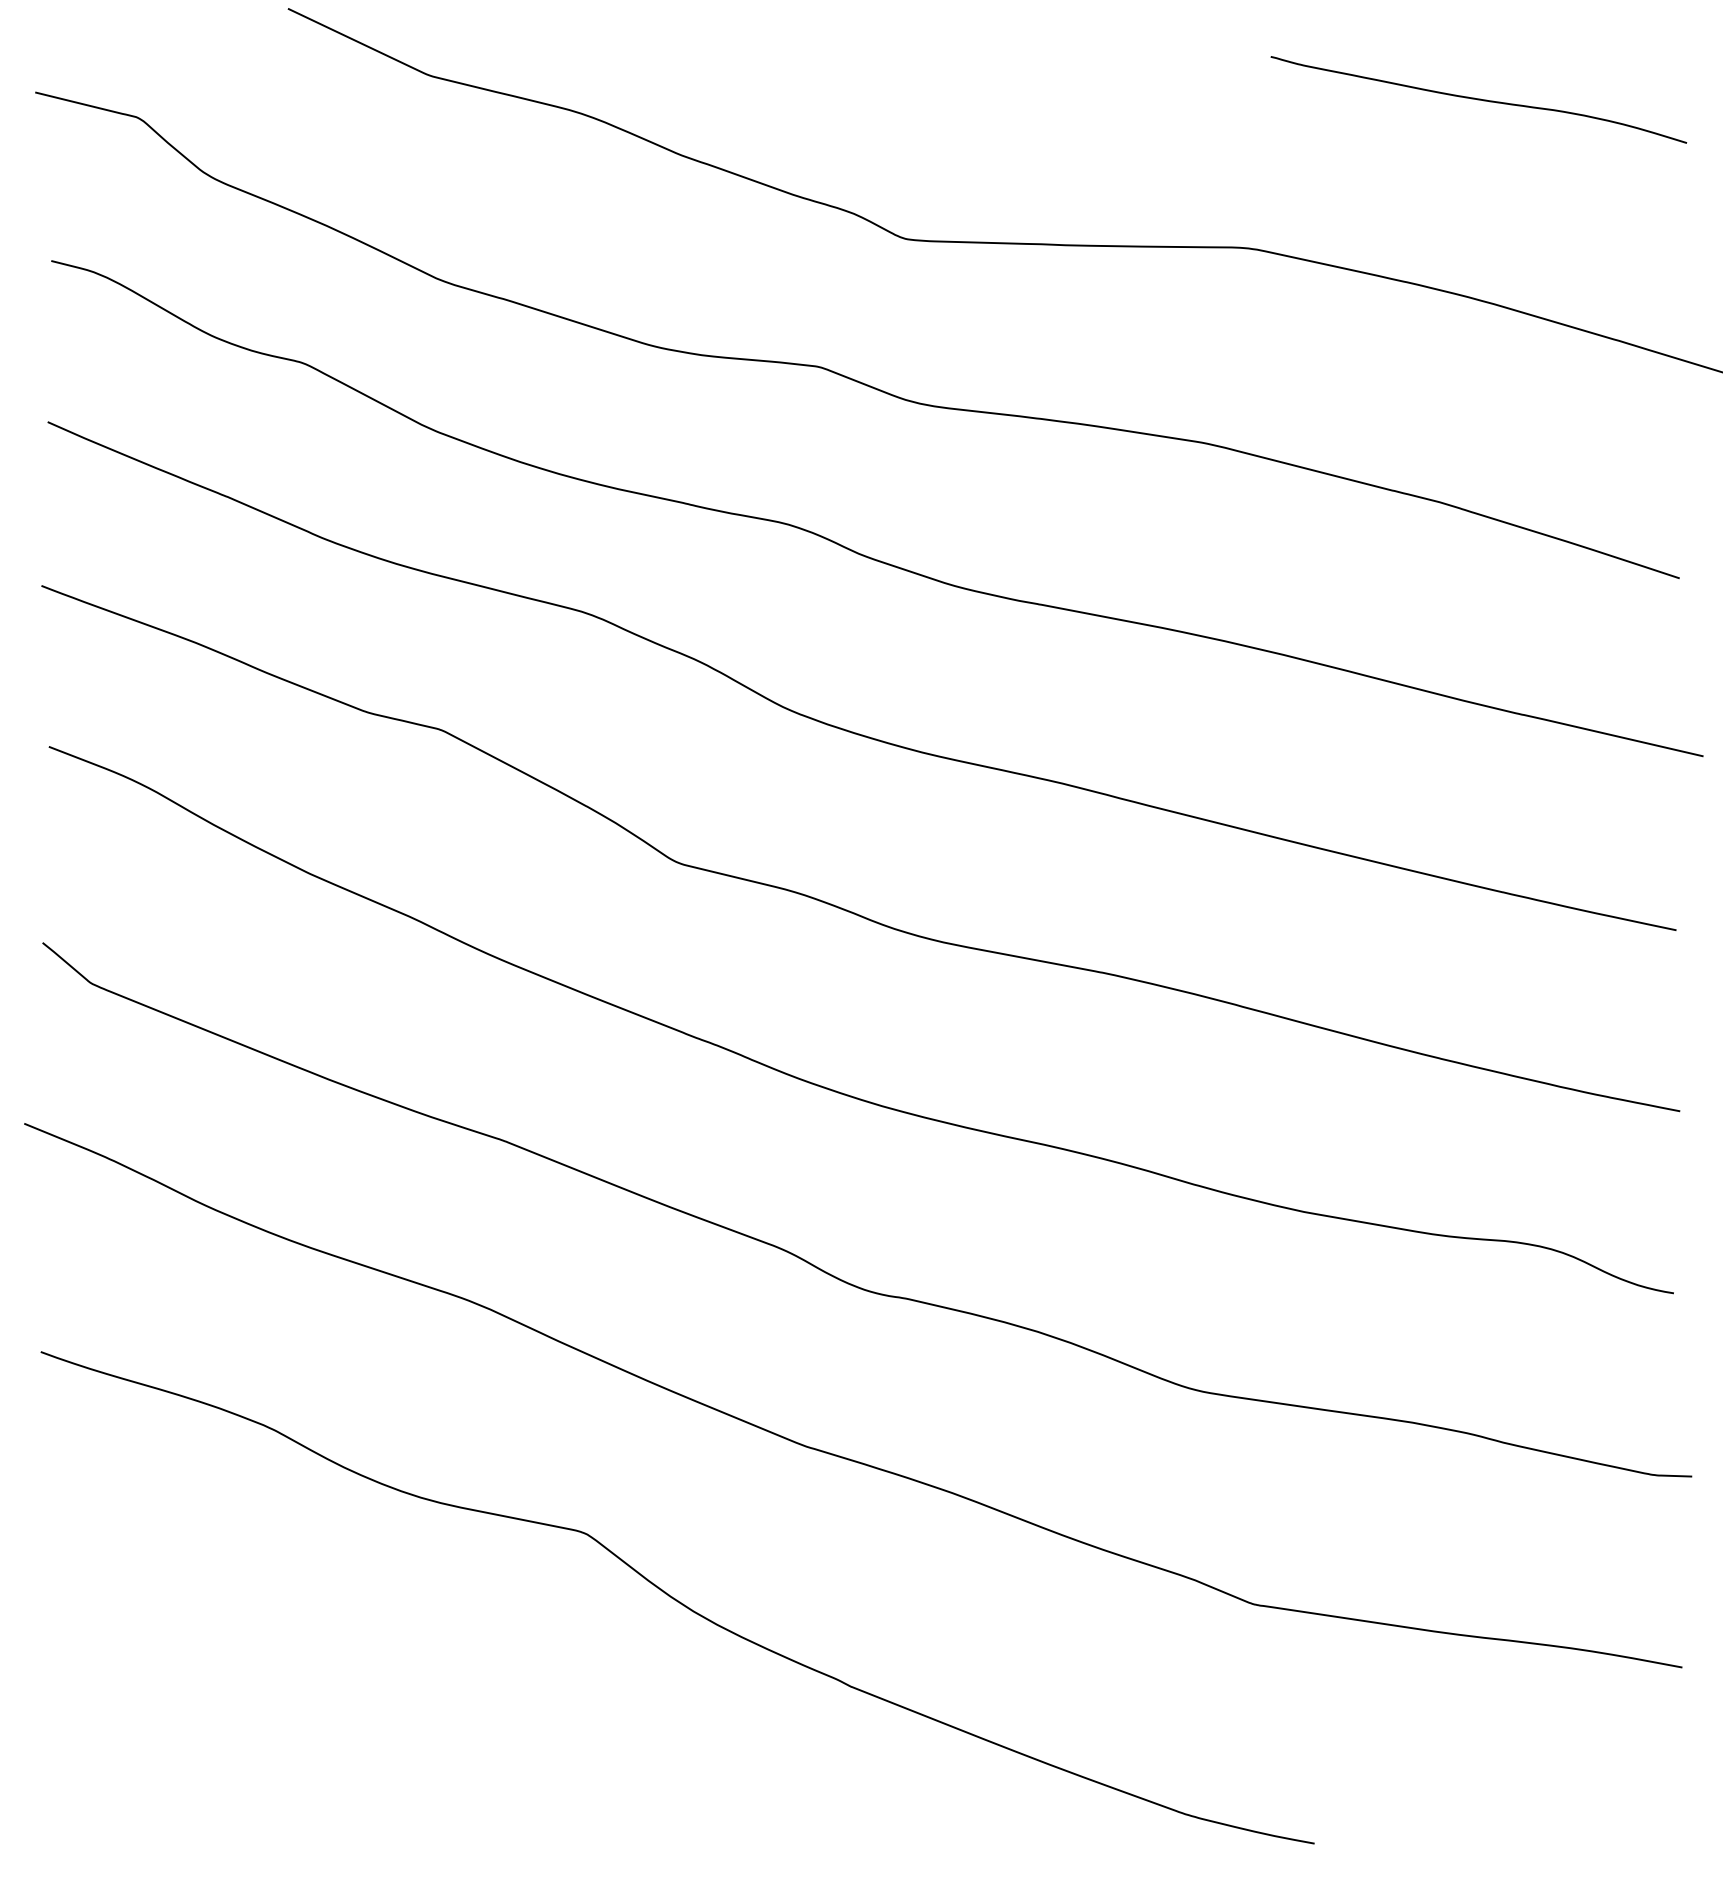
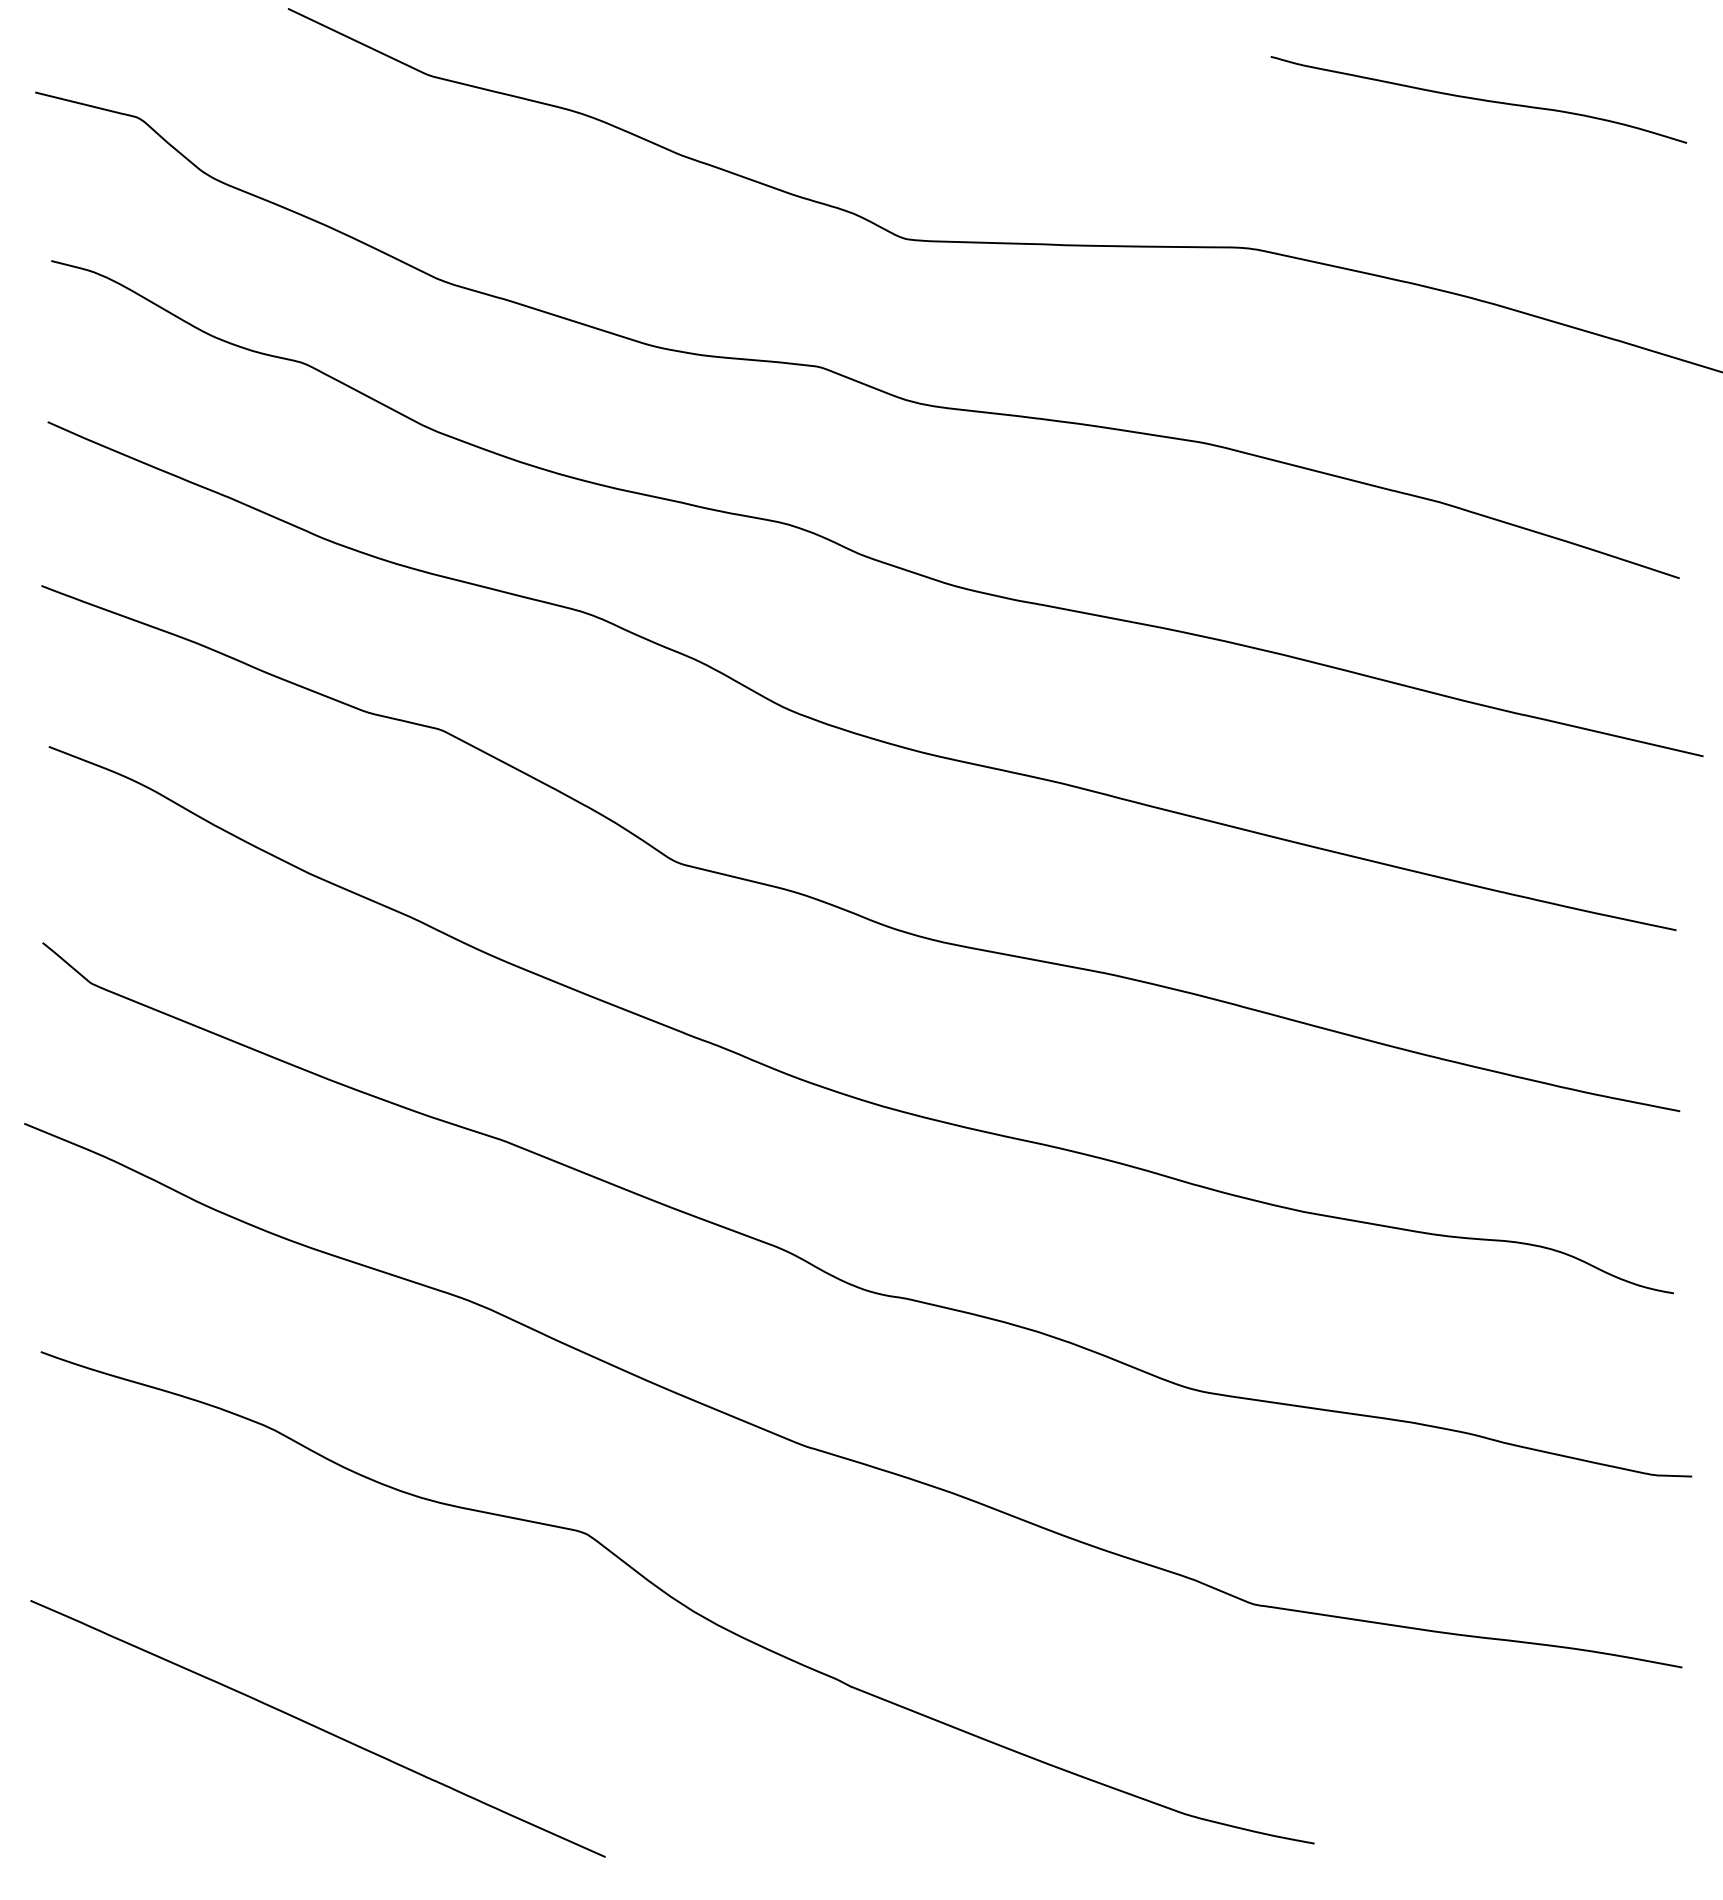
curve at (317, 1728): none -> present
